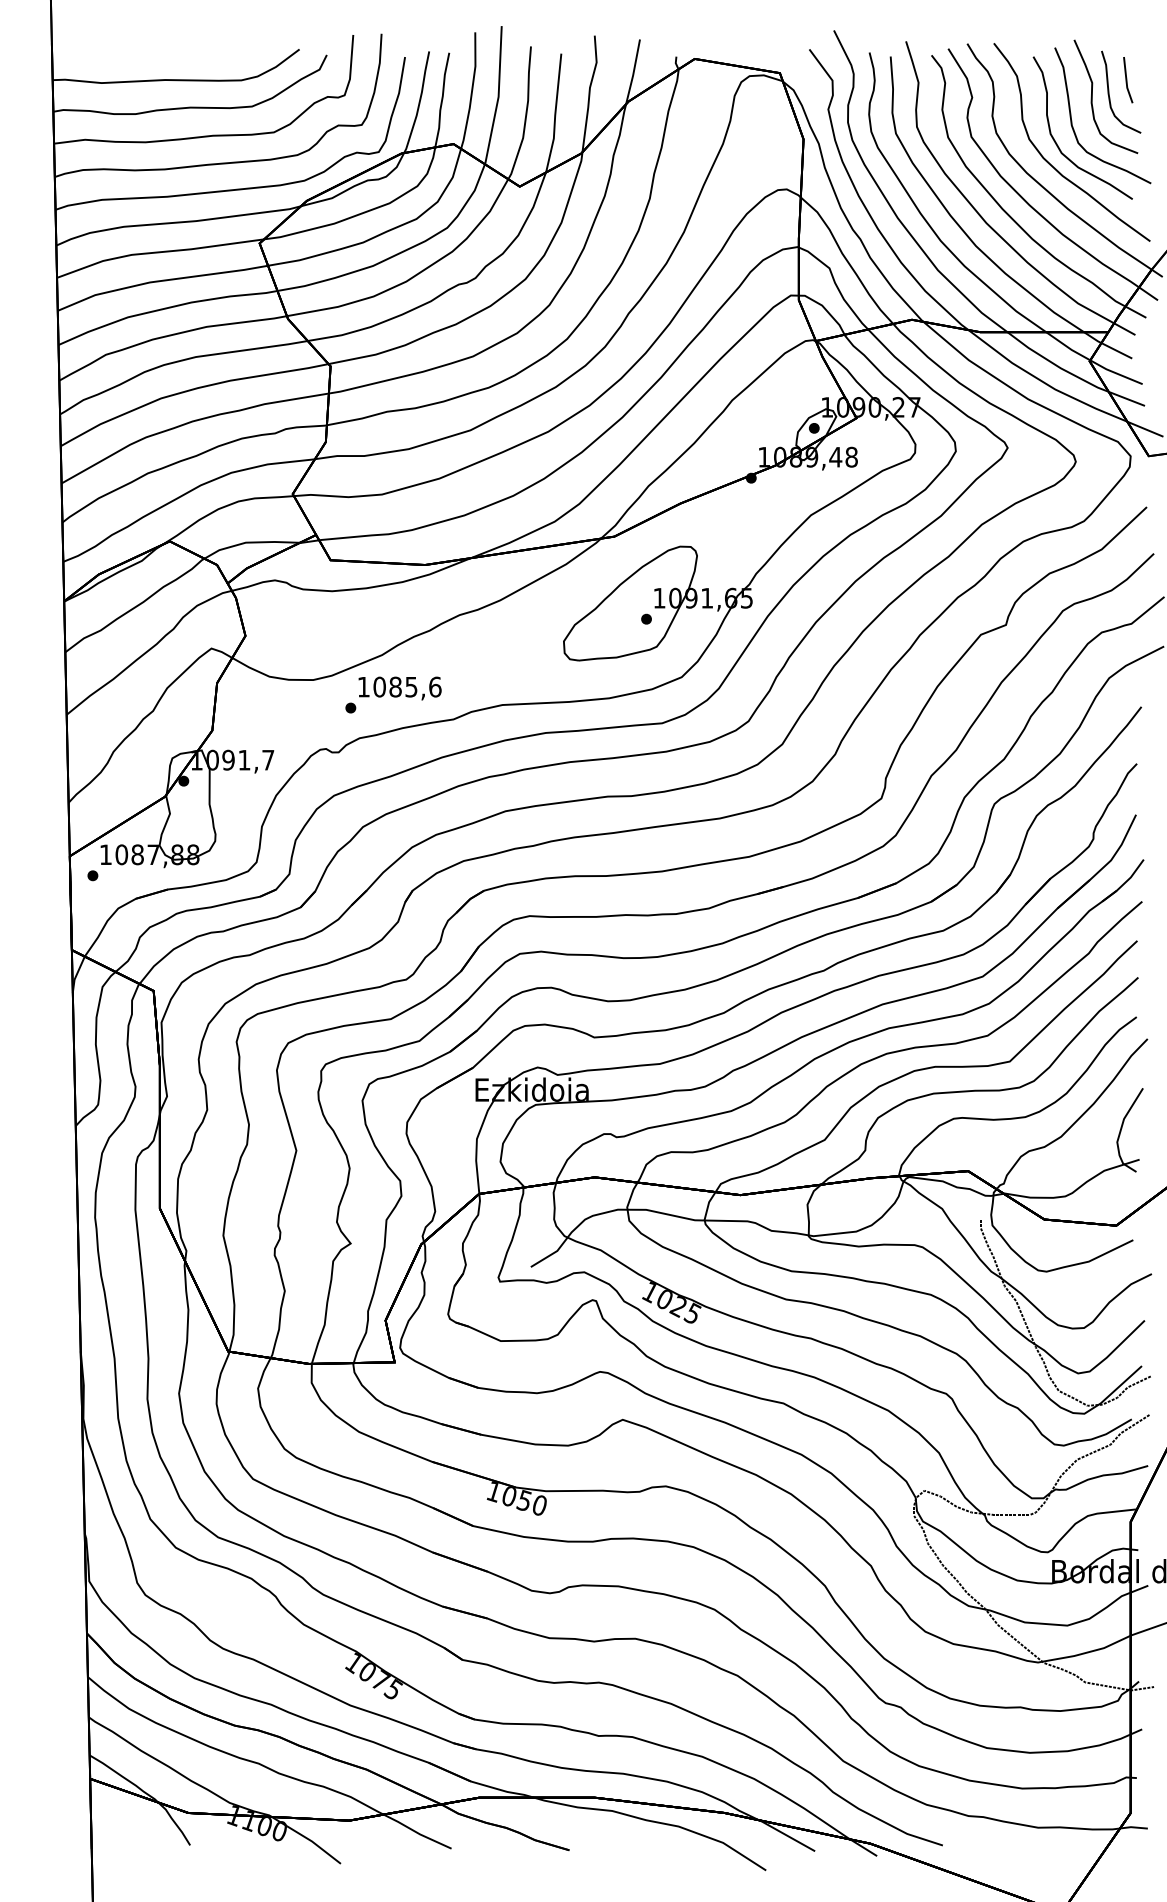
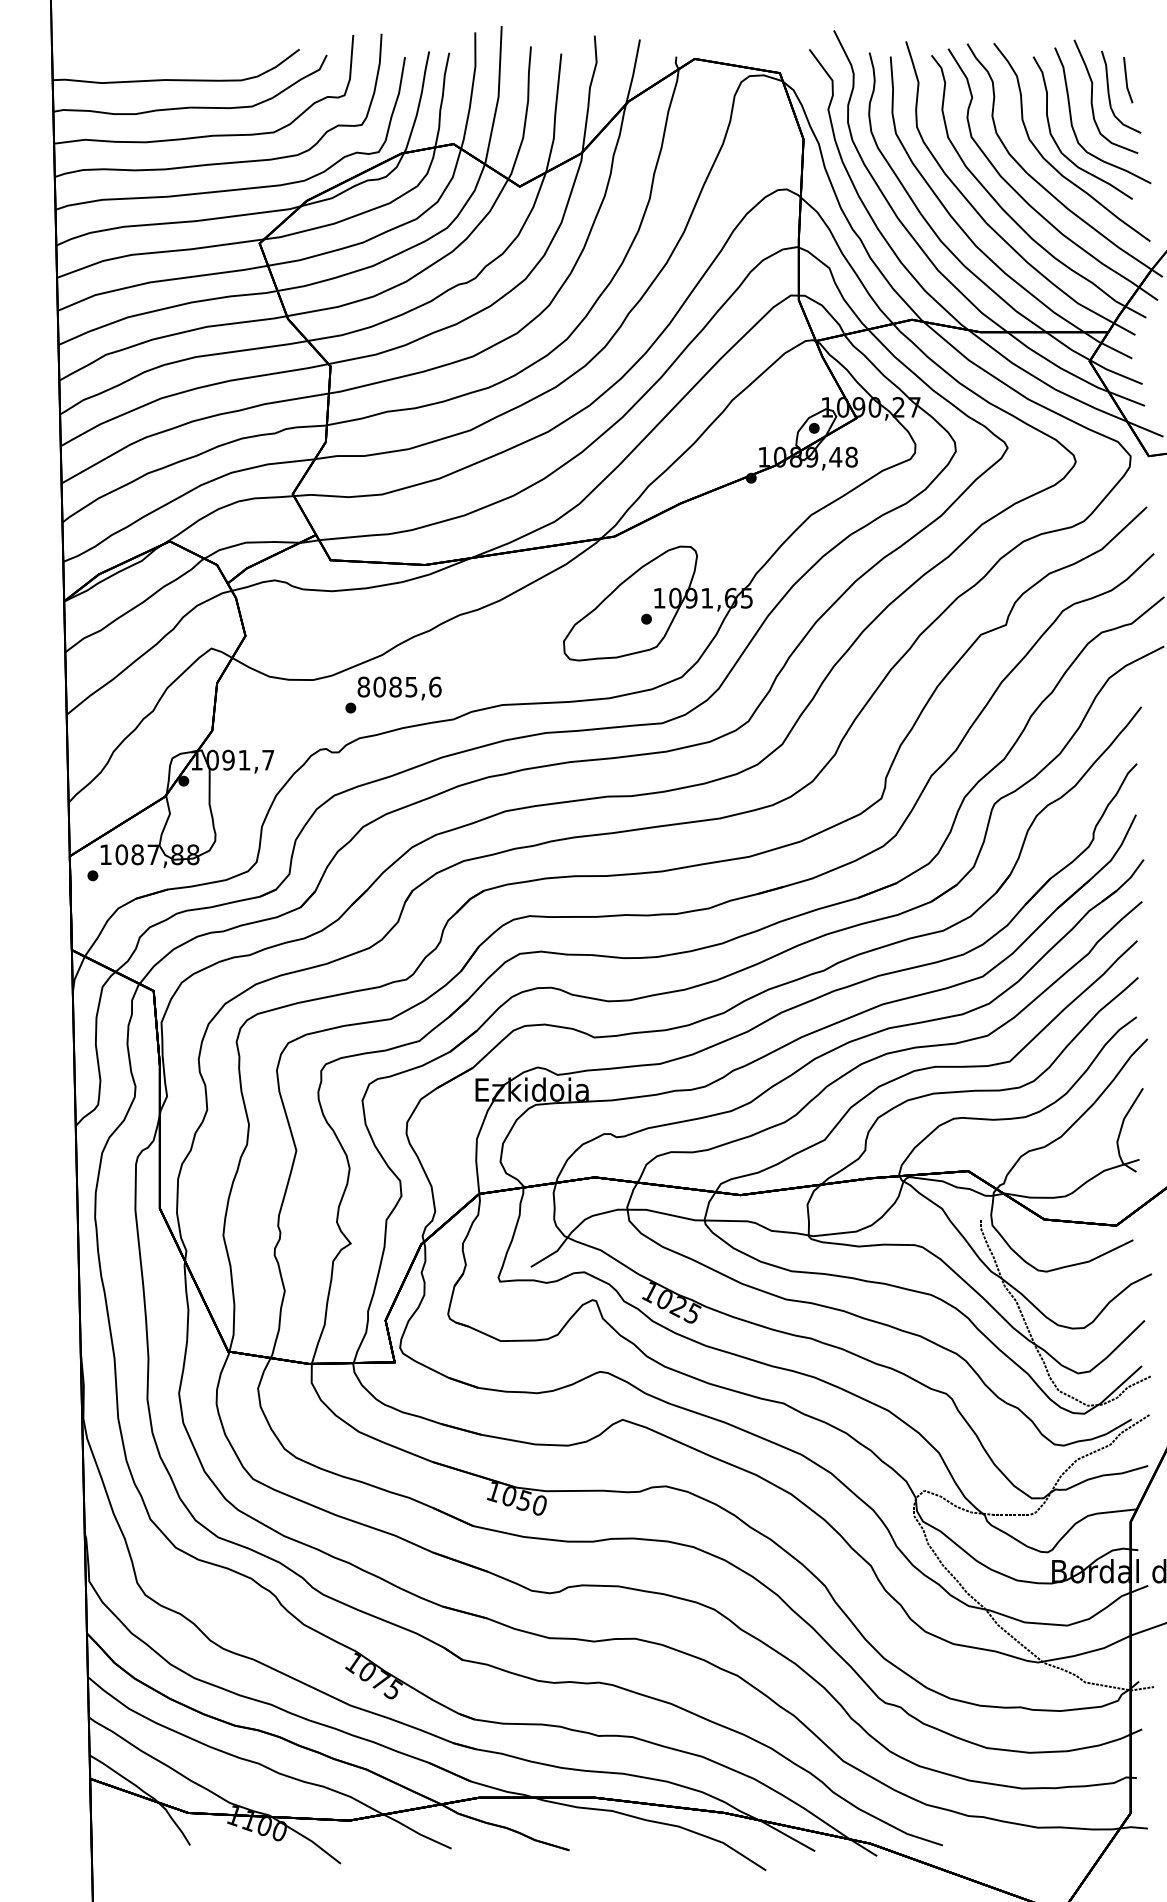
text at (363, 686): 1085,6 -> 8085,6
